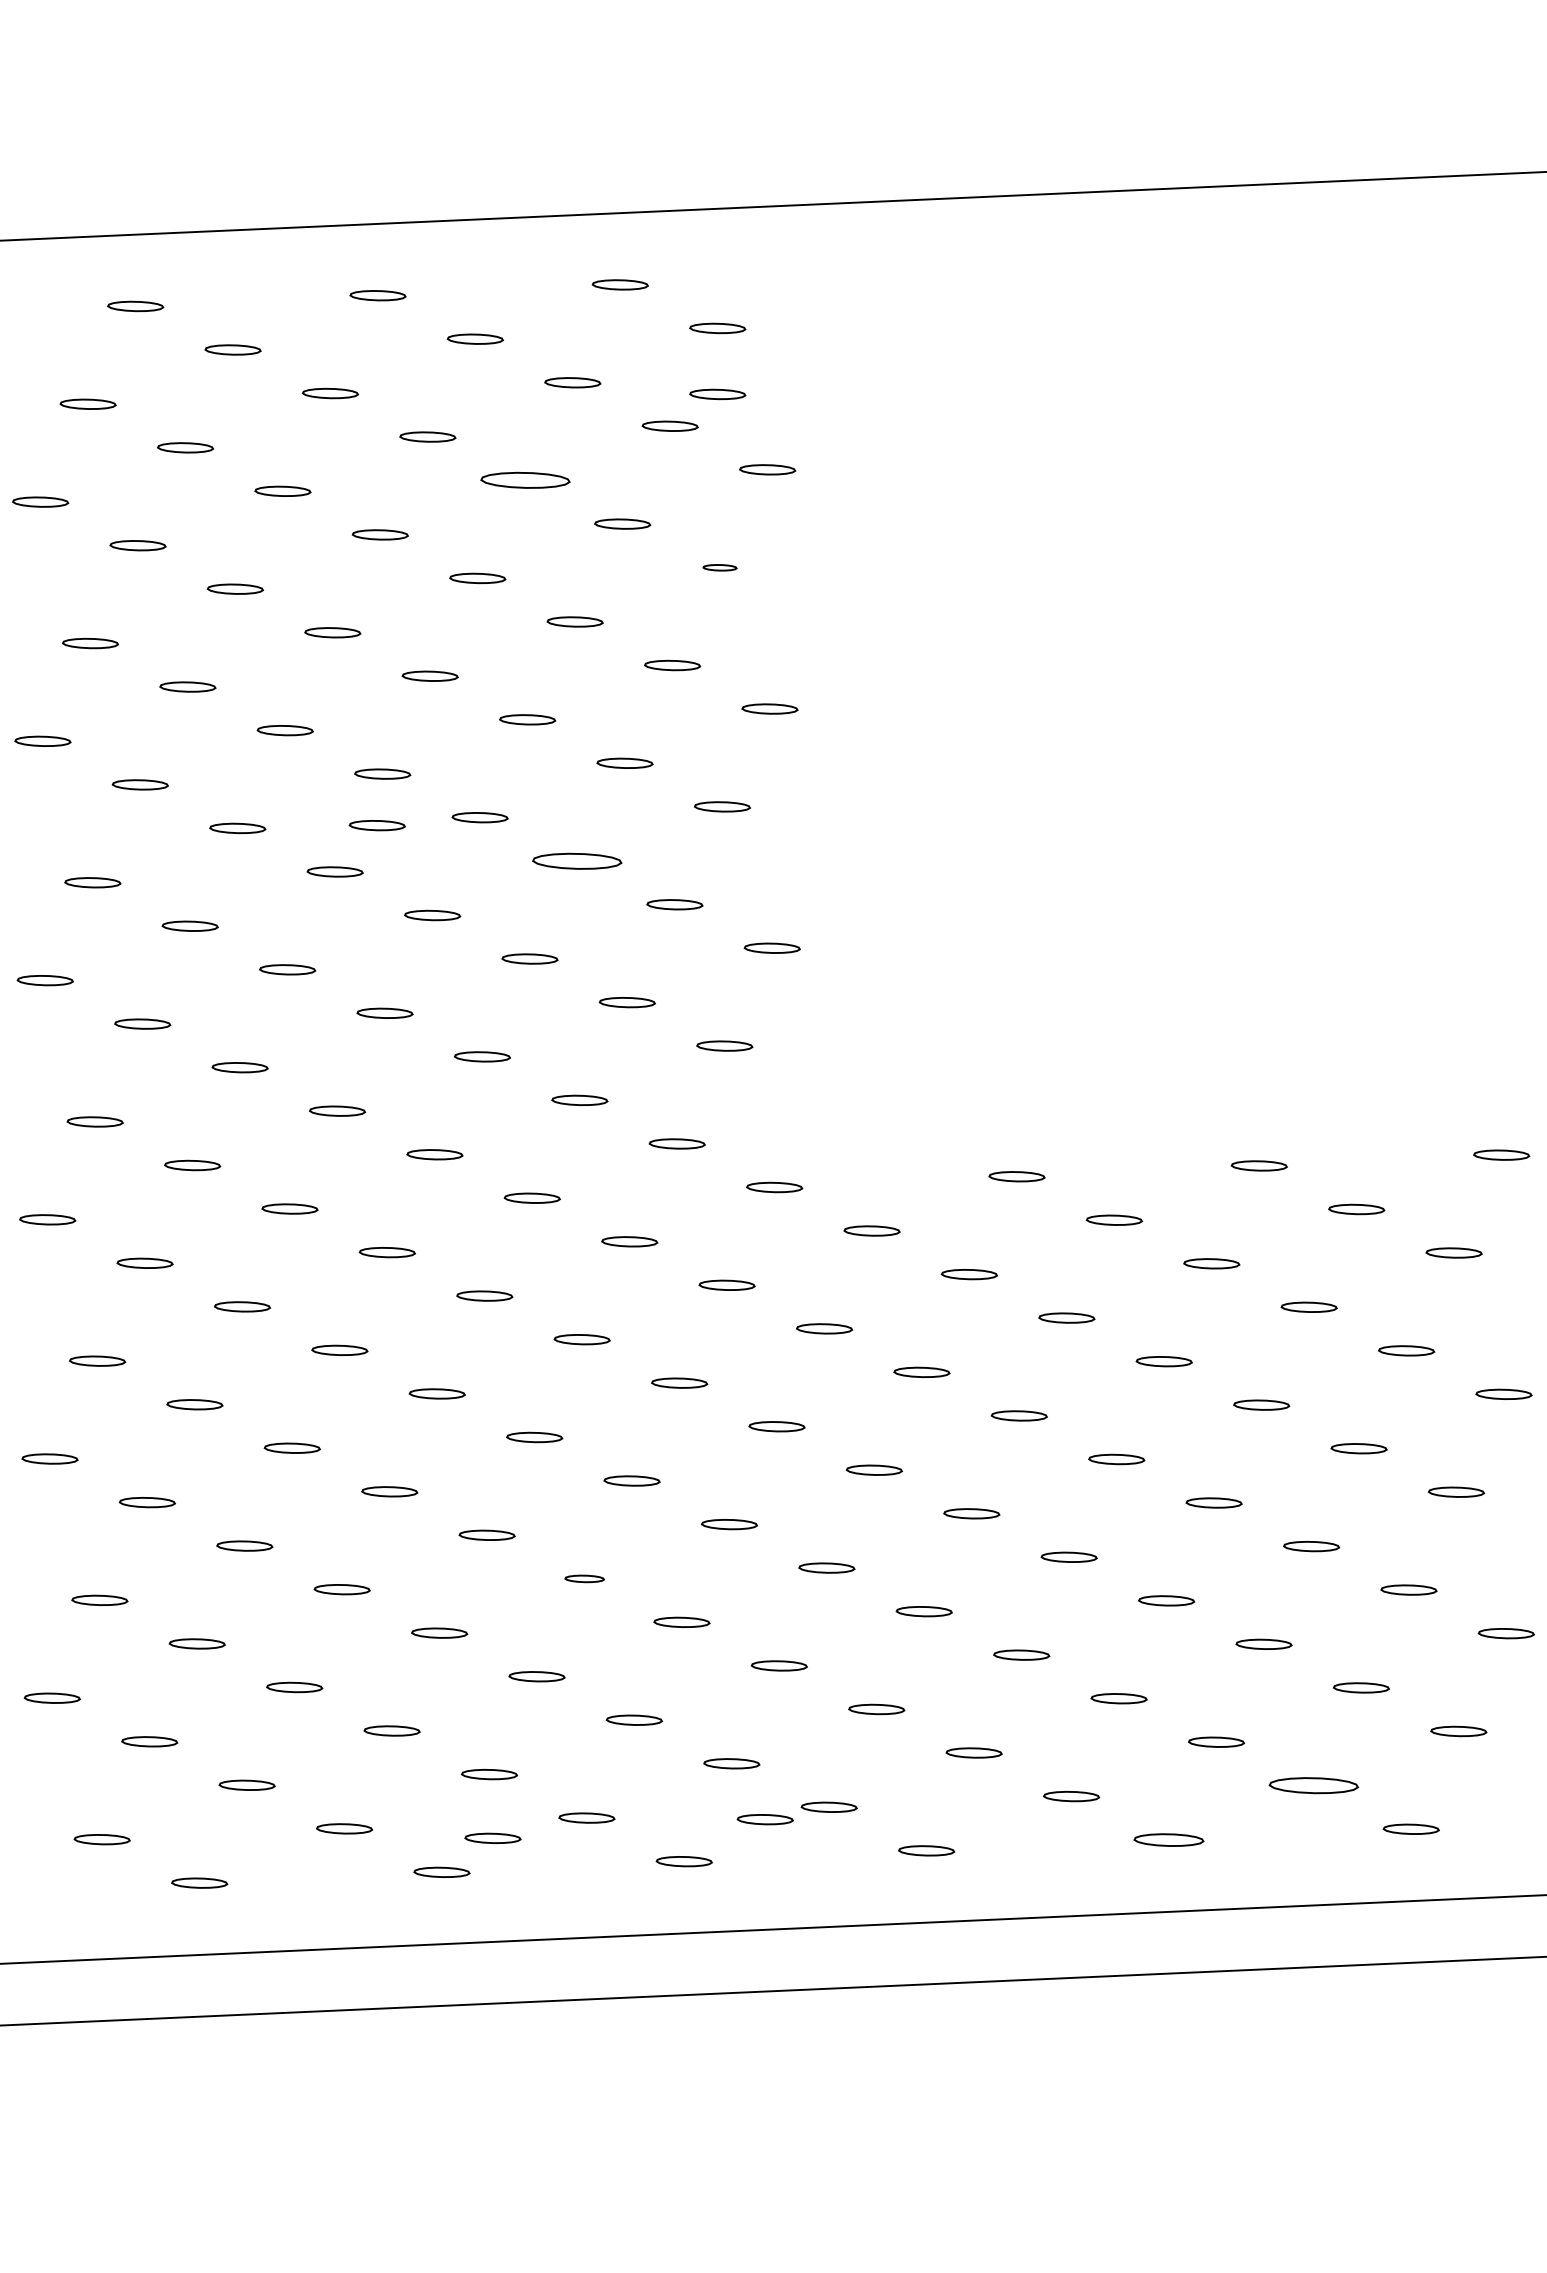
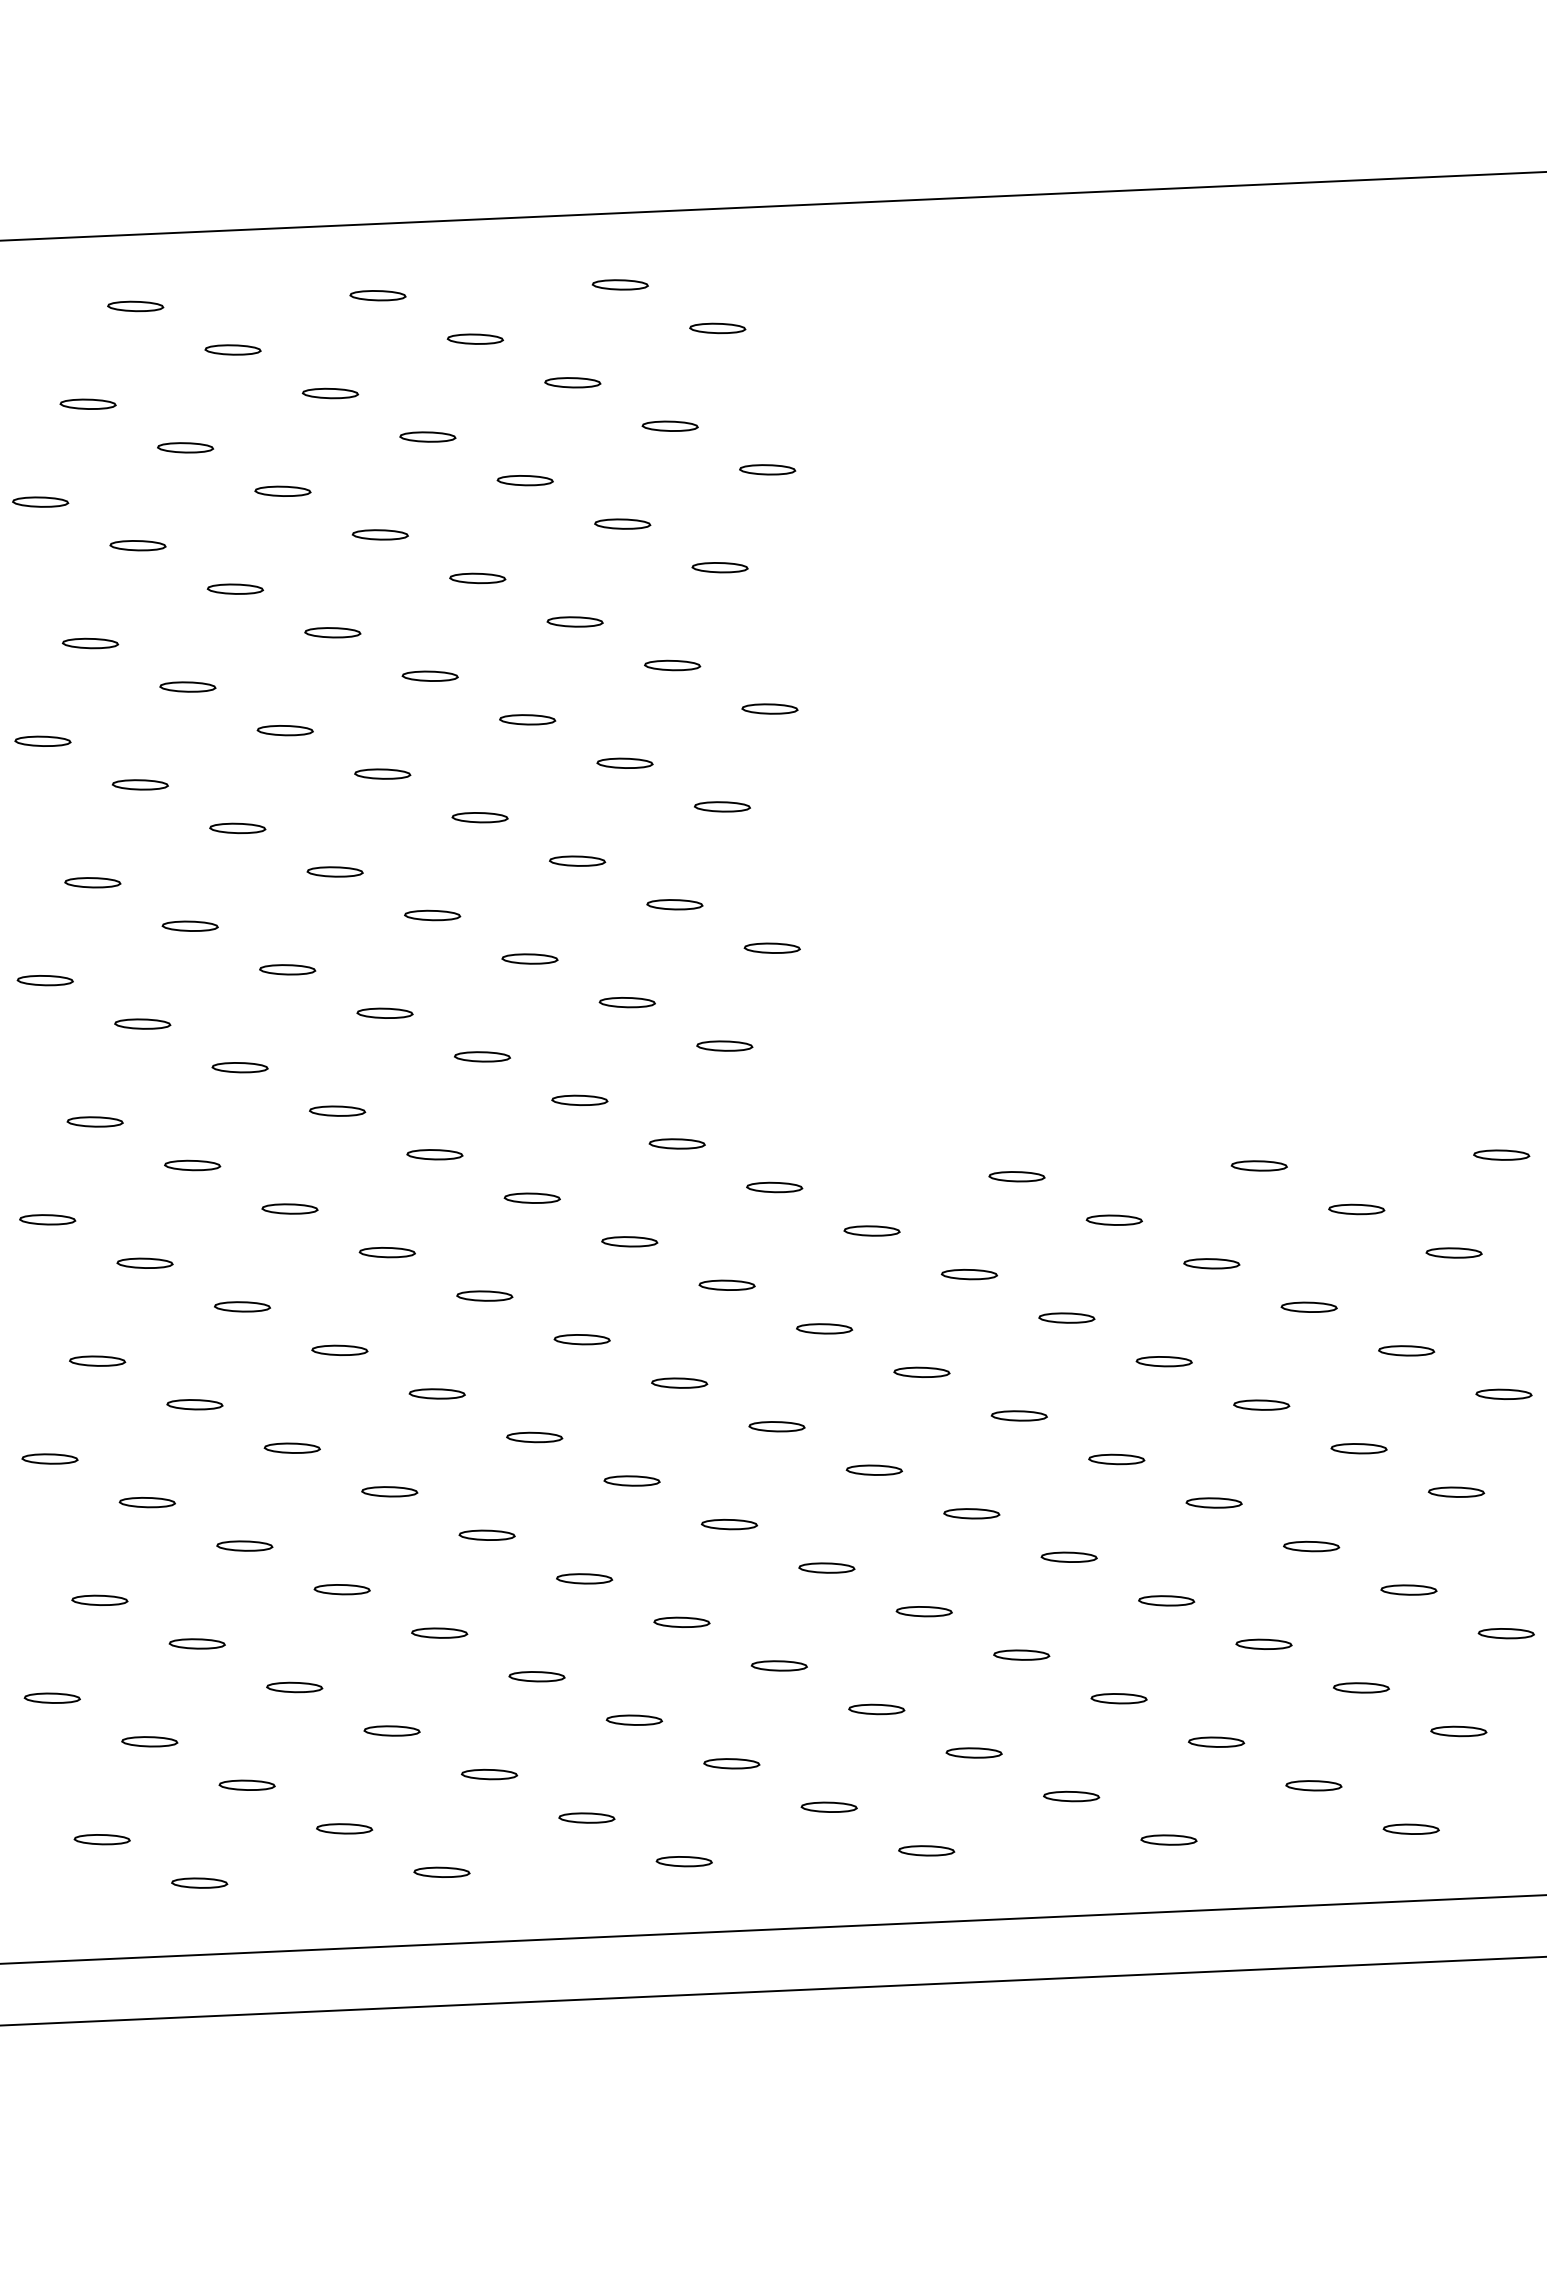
part at (717, 394): present -> none
part at (525, 479) size: 91x18 px -> 58x12 px
part at (719, 567) size: 36x8 px -> 58x12 px
part at (376, 825): present -> none
part at (577, 860) size: 91x18 px -> 58x12 px
part at (584, 1578) size: 41x10 px -> 58x12 px
part at (1313, 1785) size: 91x18 px -> 58x12 px
part at (764, 1819): present -> none
part at (492, 1837): present -> none
part at (1168, 1839) size: 72x14 px -> 58x12 px
